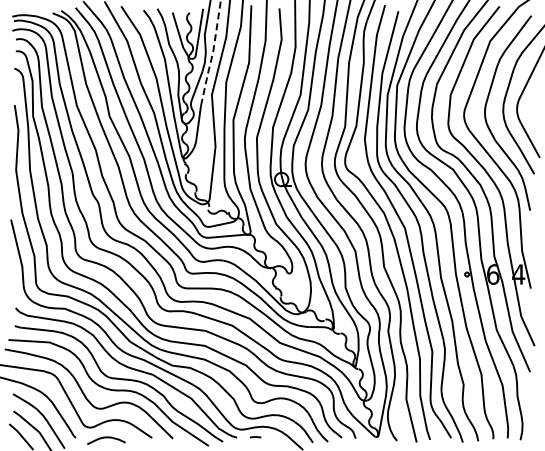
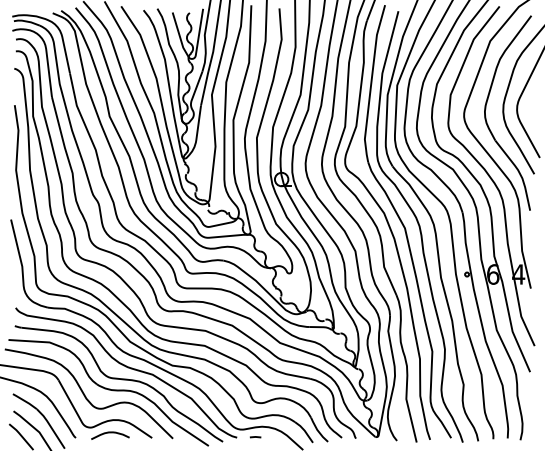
line at (212, 53): dashed -> solid
curve at (106, 438) position: (106, 438) -> (110, 433)
